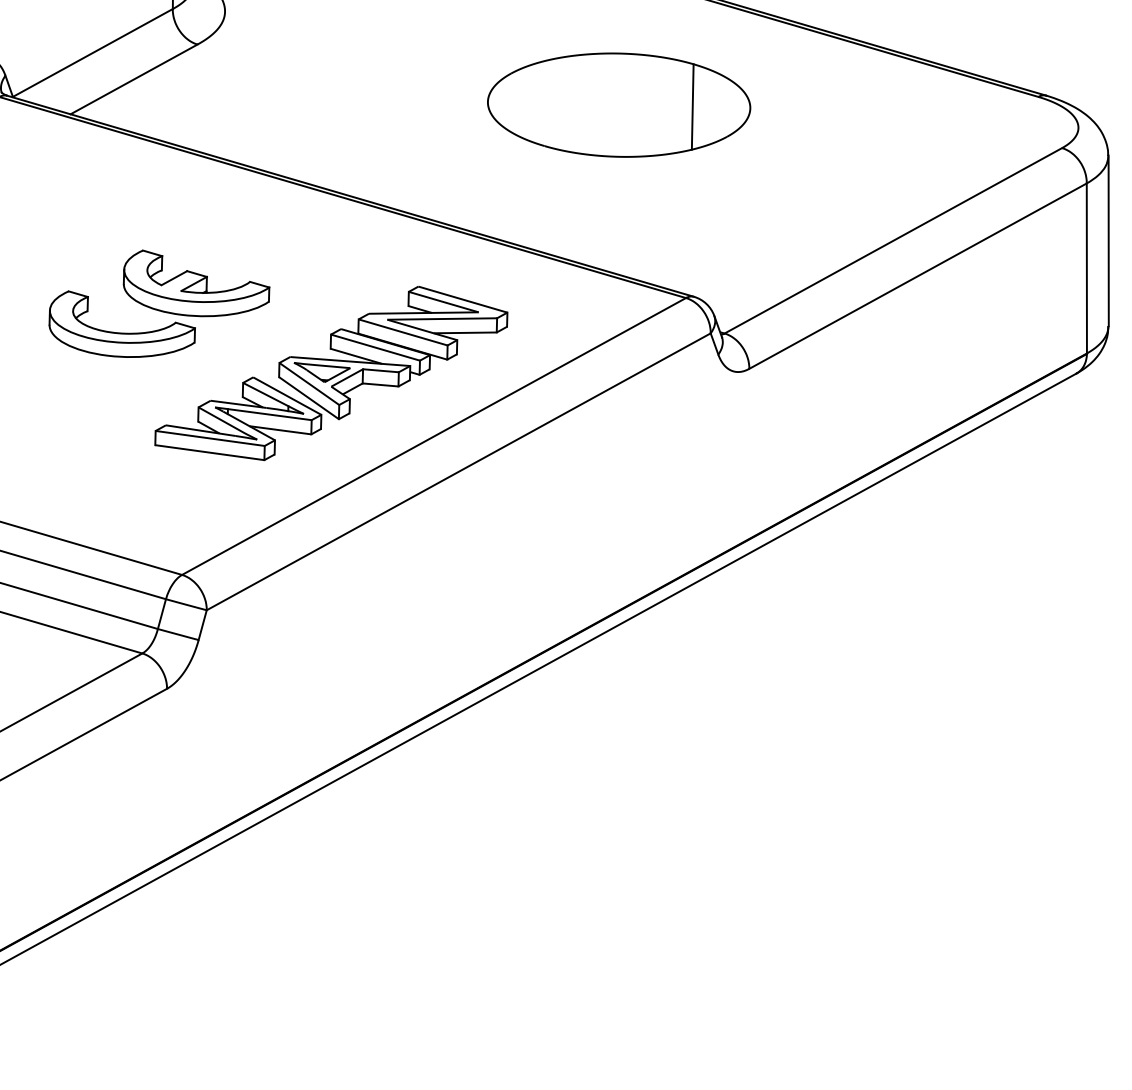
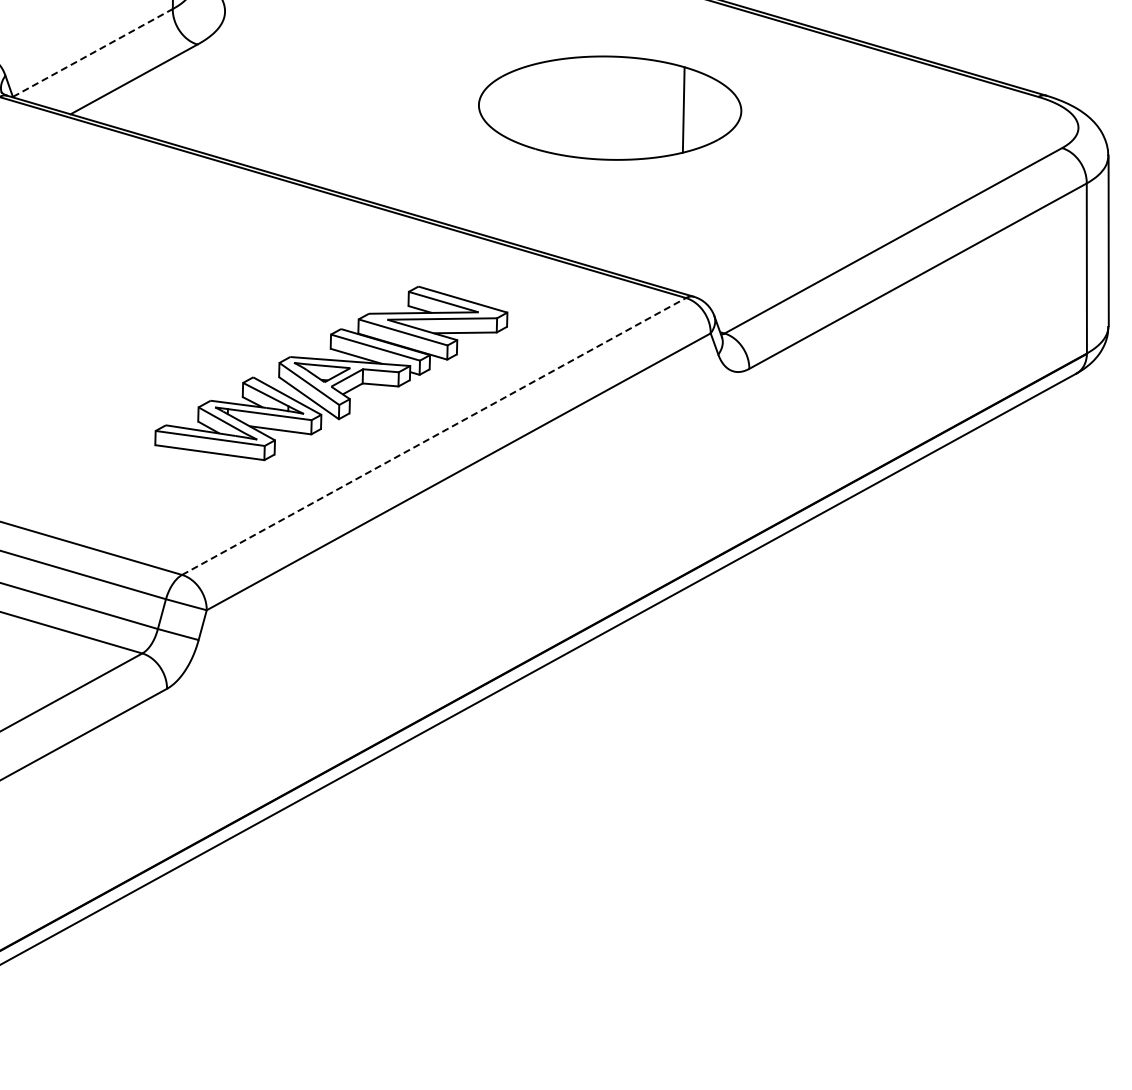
line at (93, 52): solid -> dashed
part at (619, 104) position: (619, 104) -> (610, 107)
part at (159, 303): present -> none
line at (434, 436): solid -> dashed
